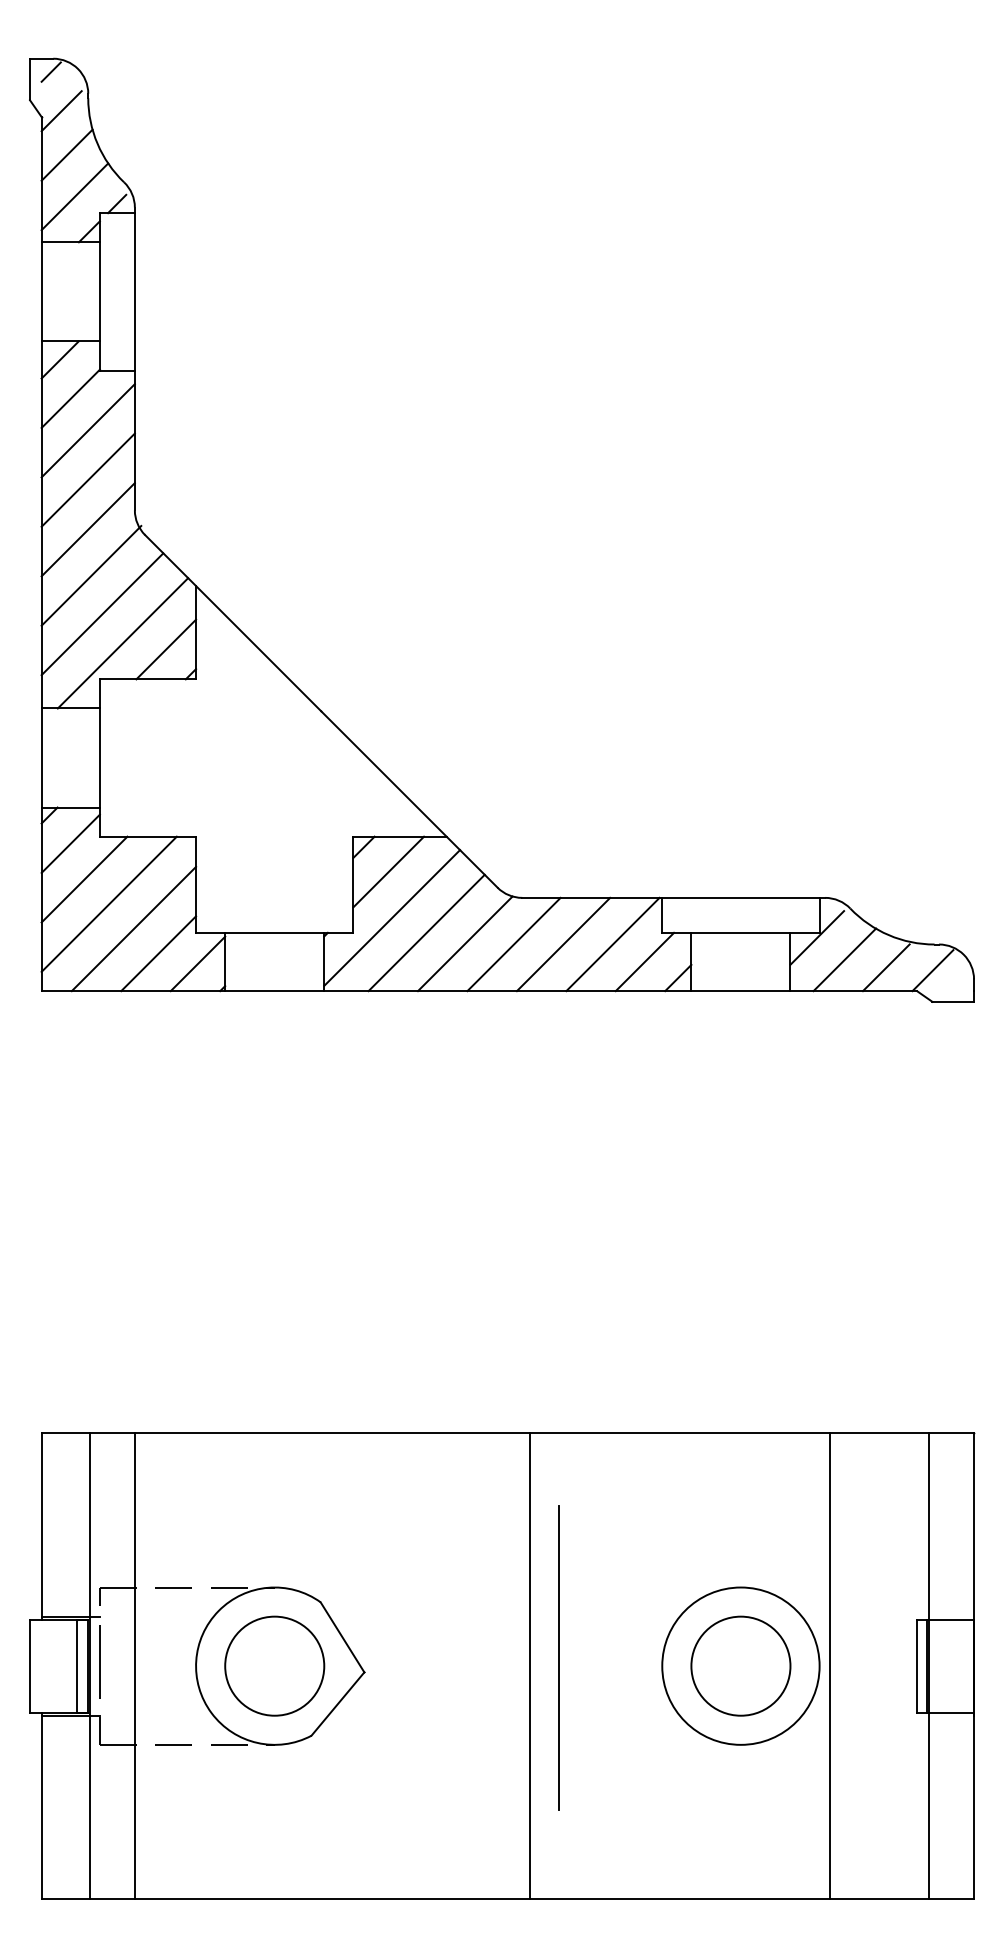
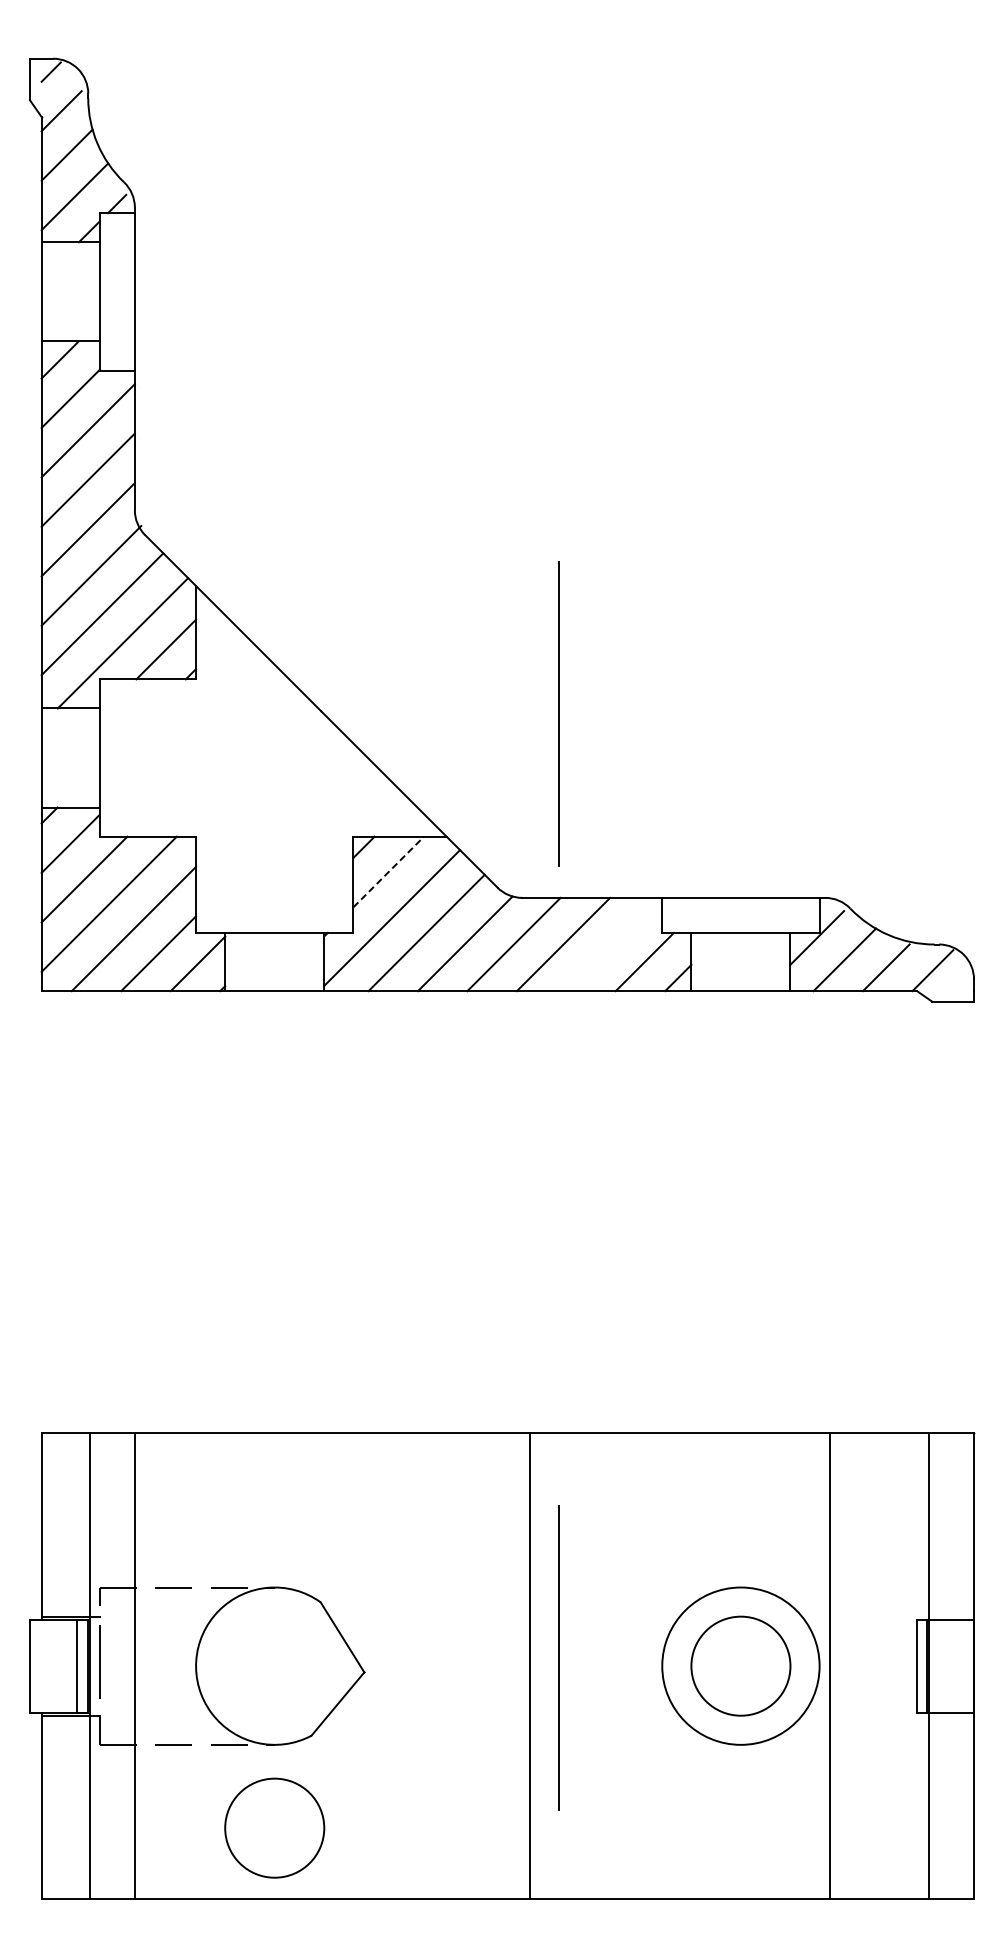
line at (558, 713): none -> present
line at (388, 872): solid -> dashed
line at (612, 944): present -> none
circle at (274, 1665) position: (274, 1665) -> (274, 1827)
